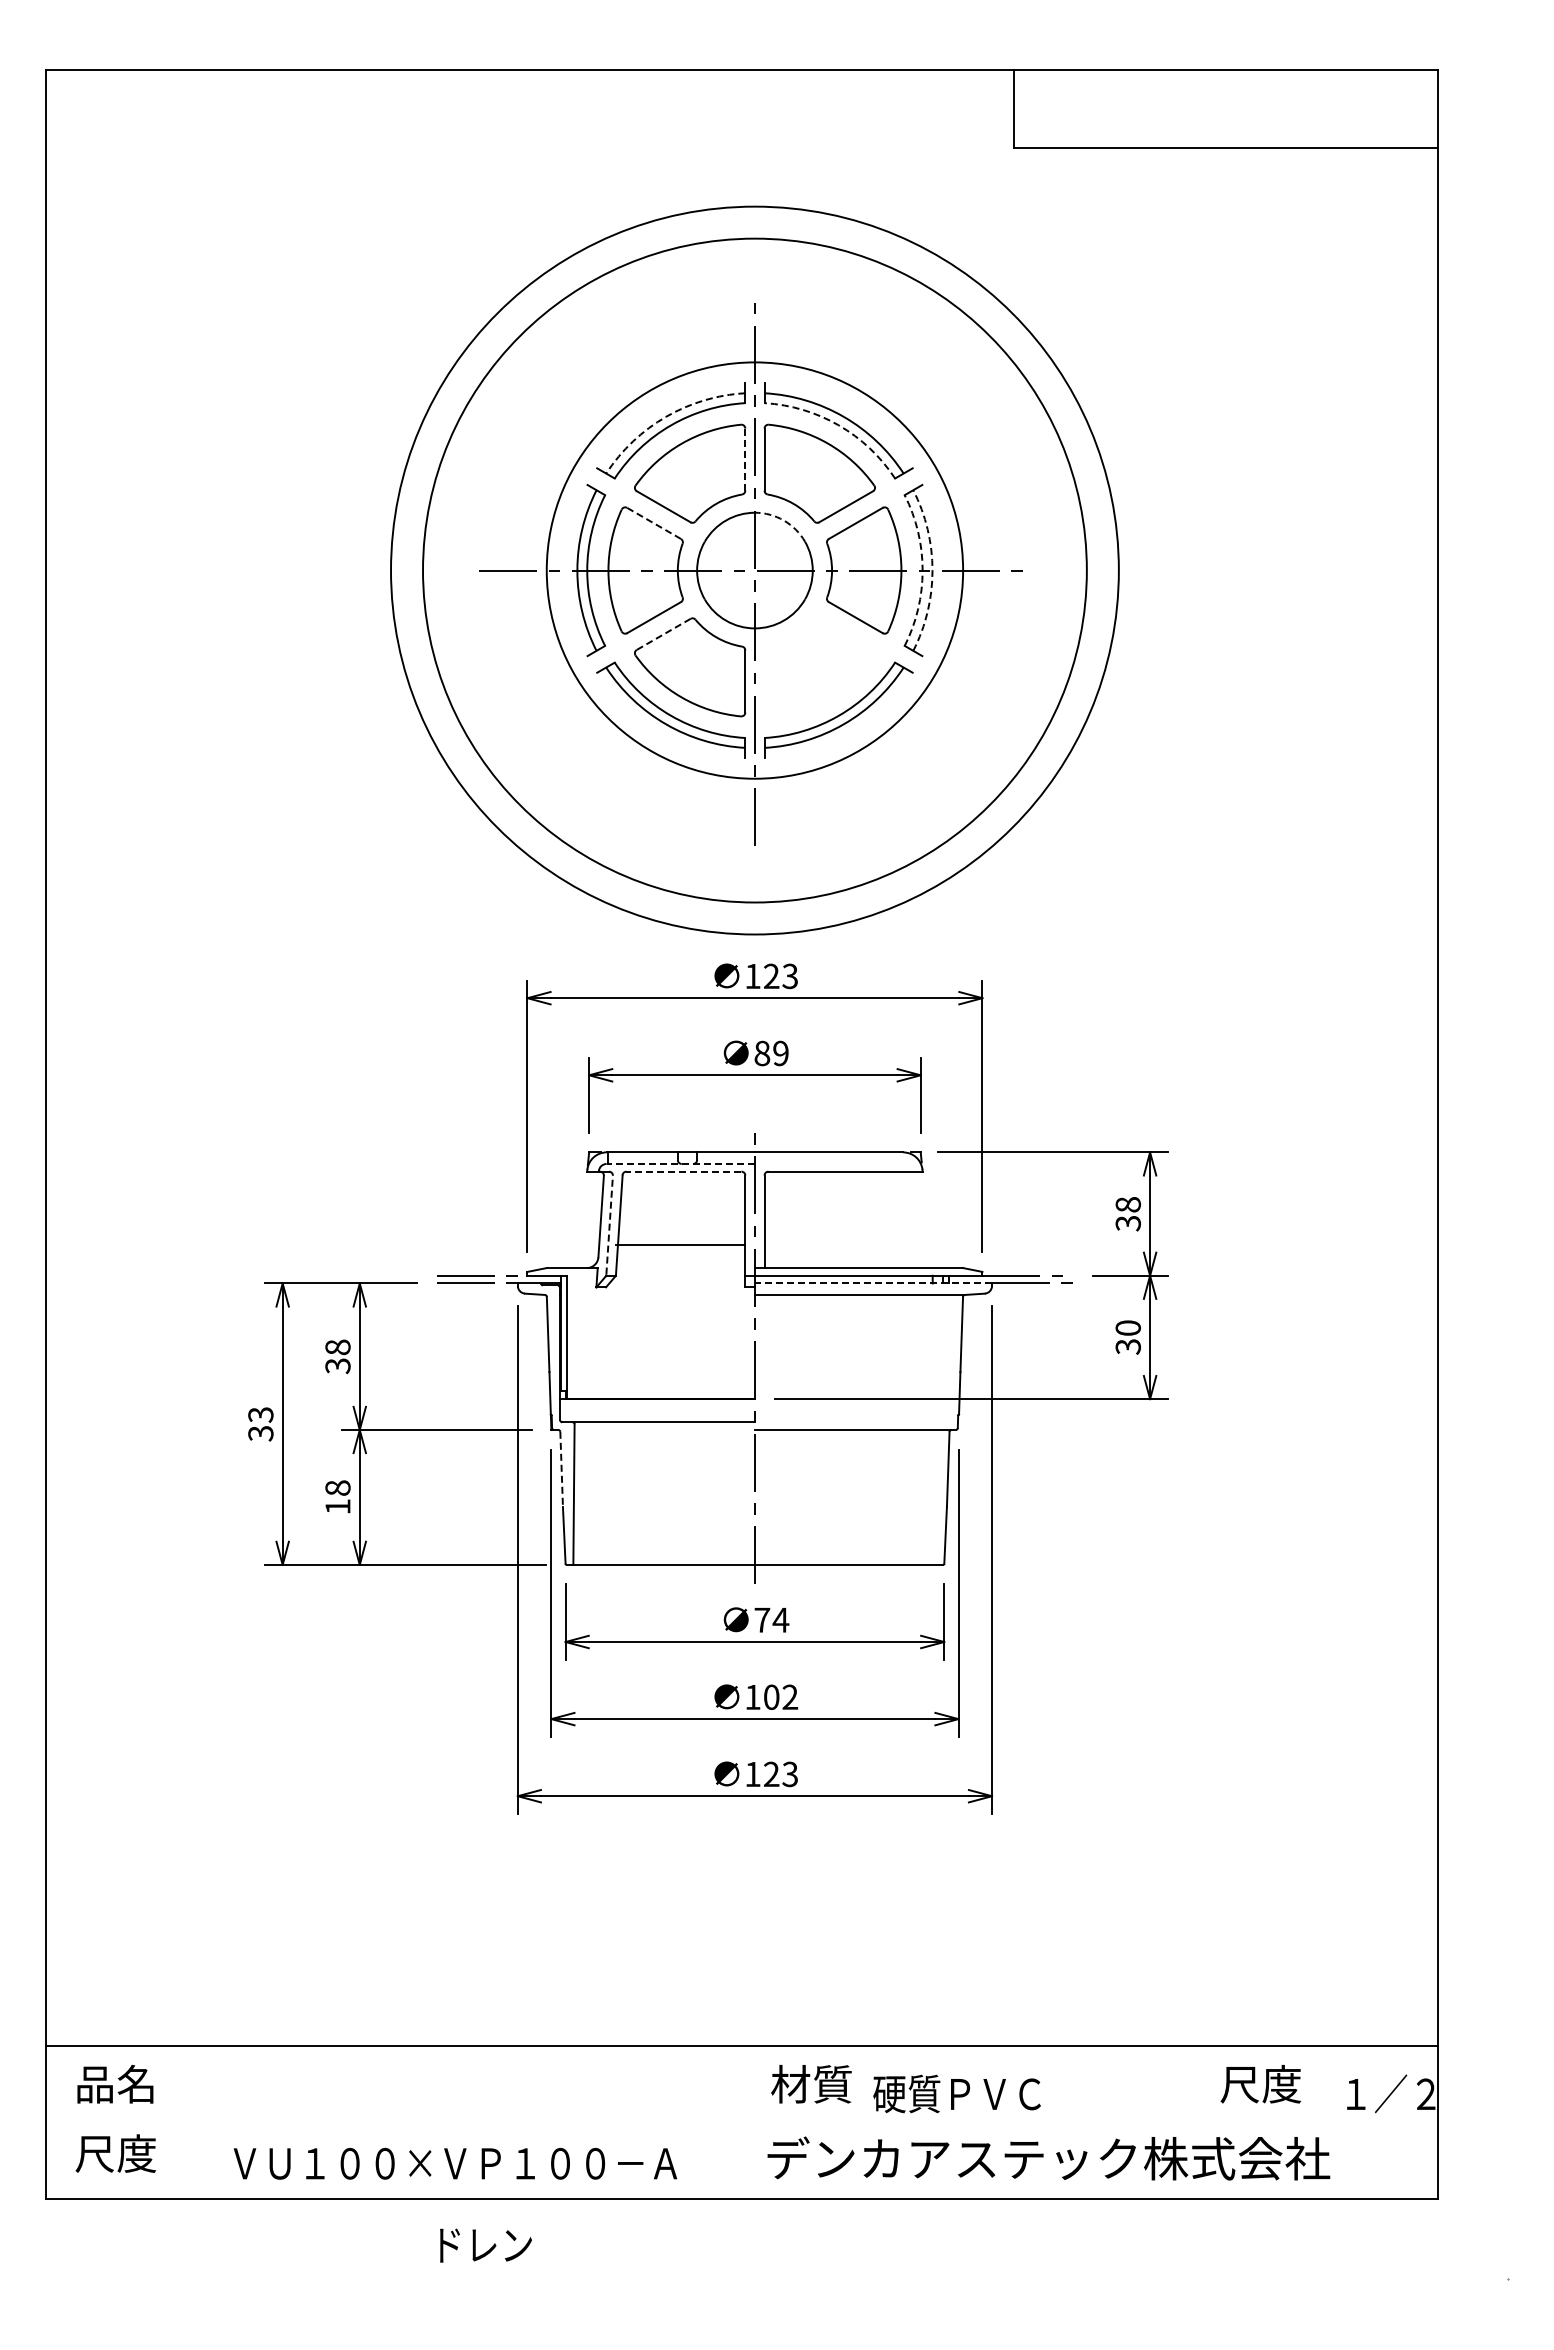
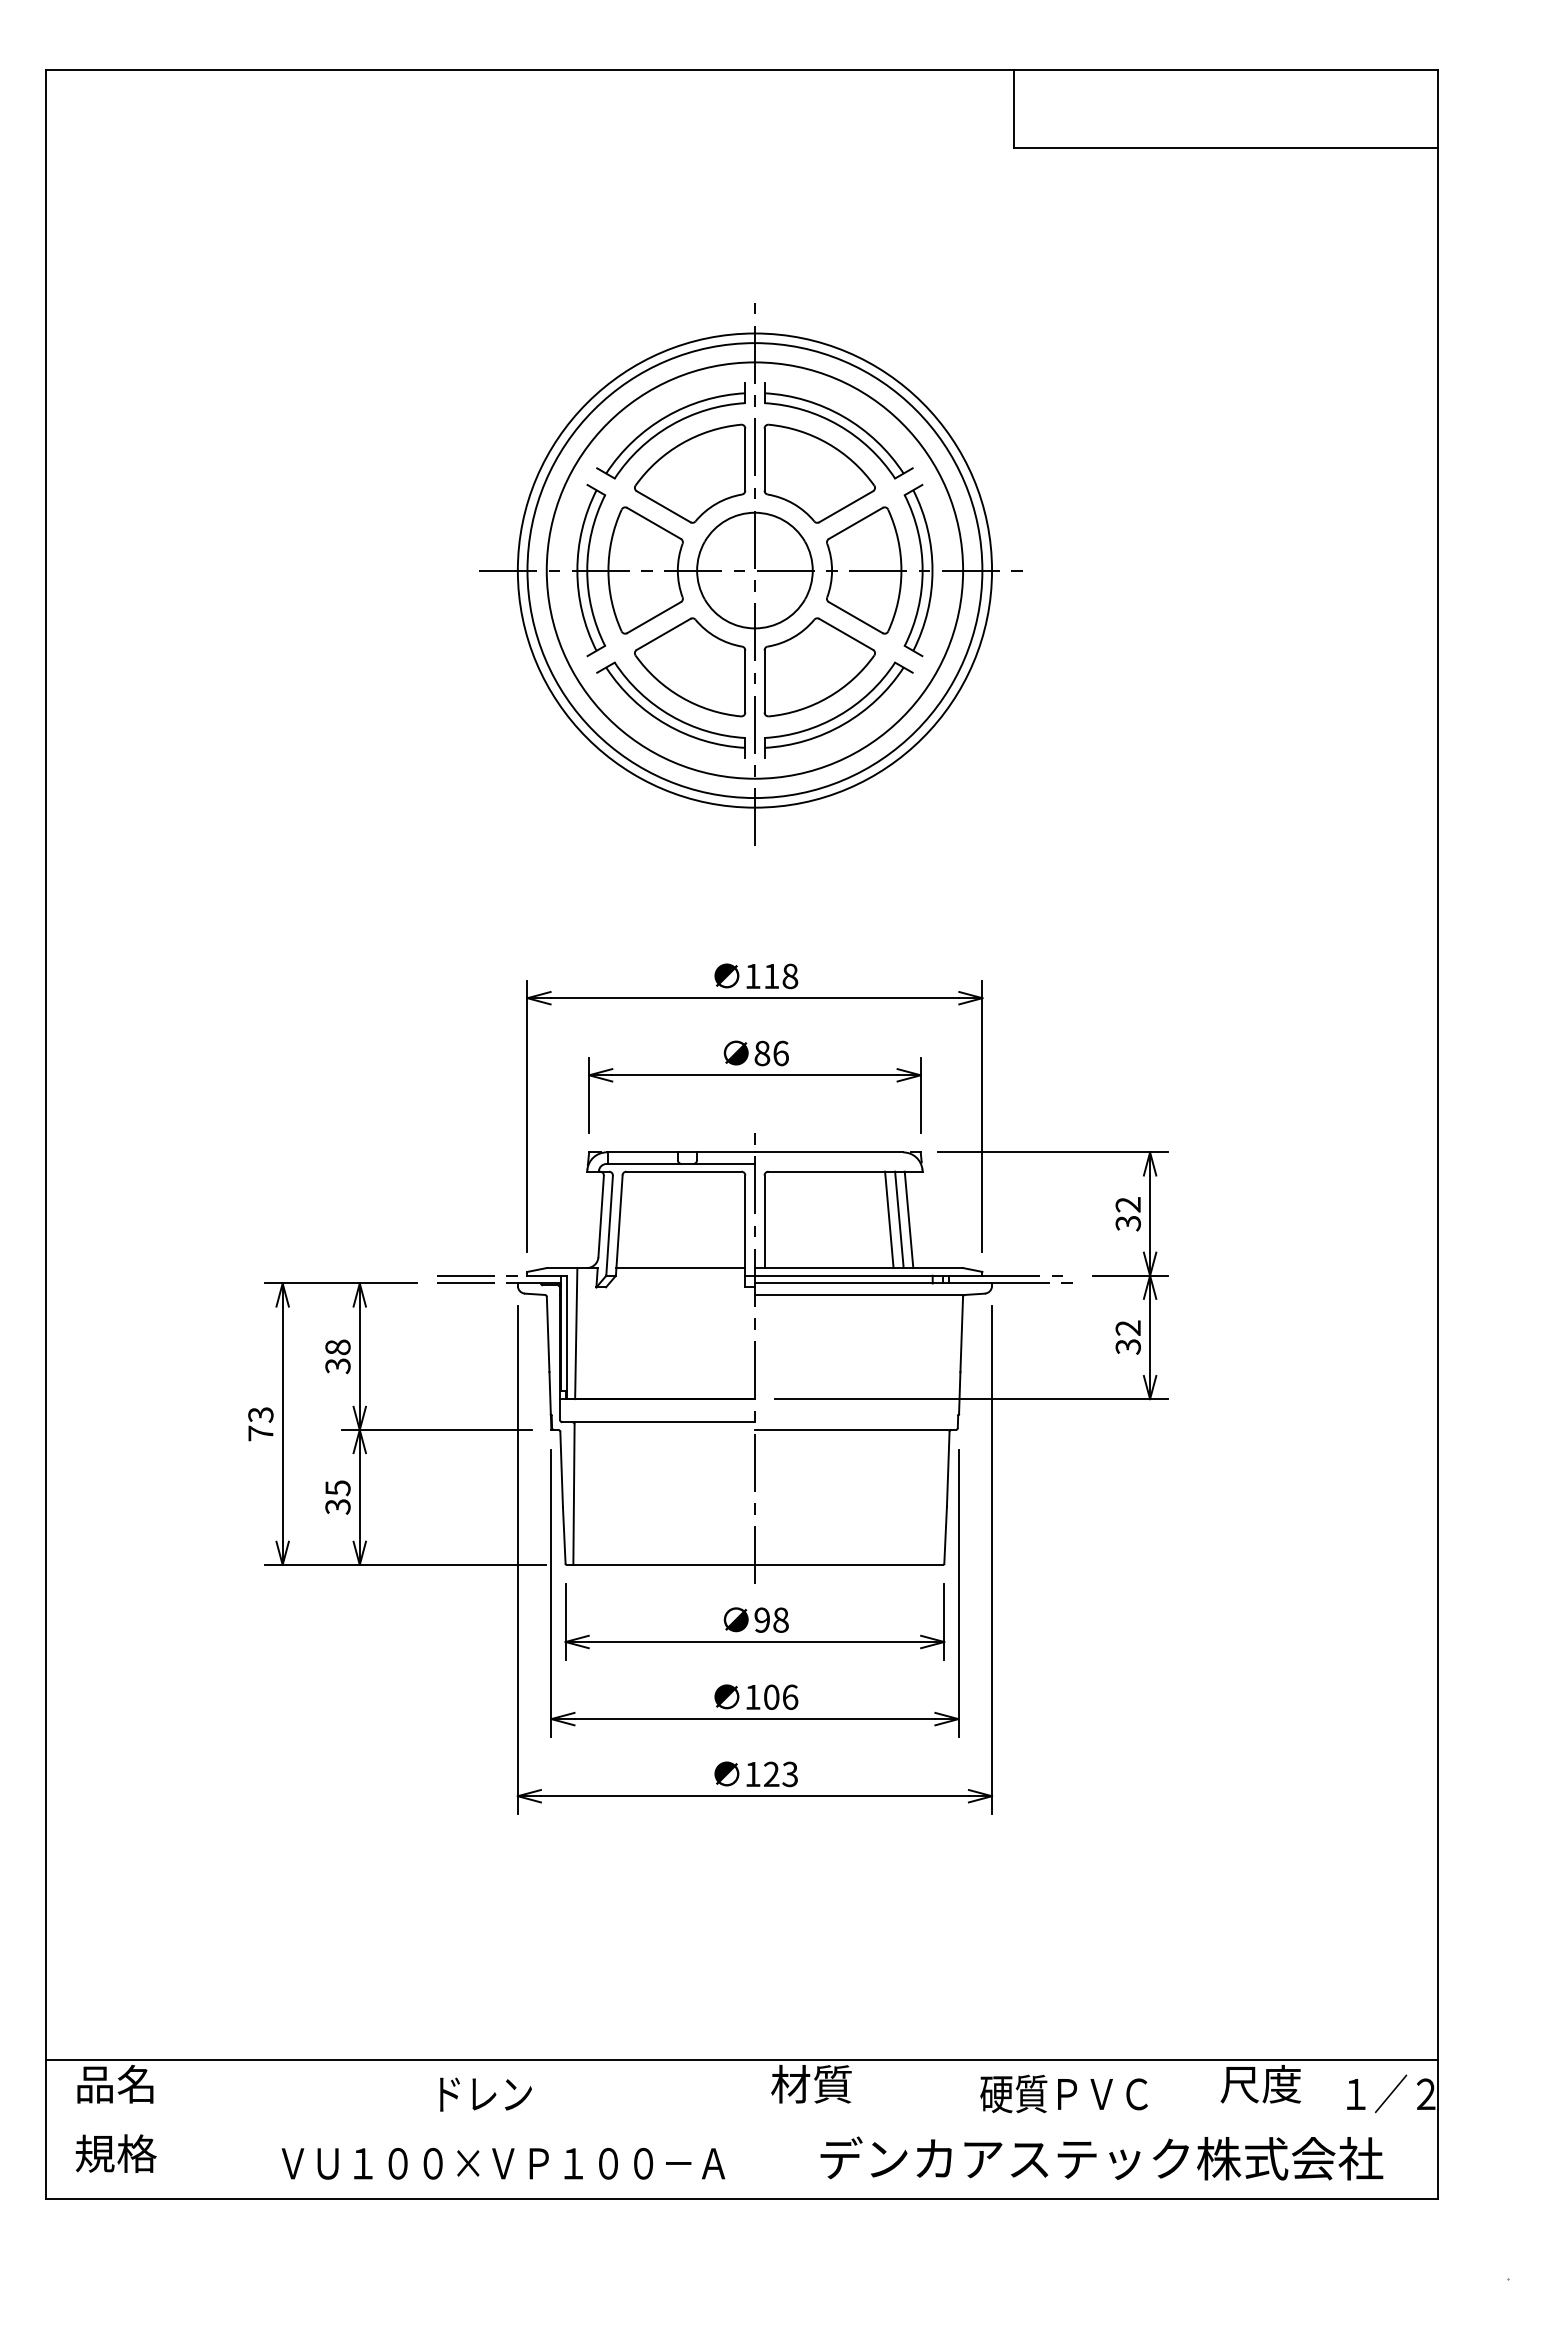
arc at (666, 416): dashed -> solid
arc at (838, 425): dashed -> solid
line at (745, 459): dashed -> solid
arc at (783, 520): dashed -> solid
line at (653, 523): dashed -> solid
circle at (754, 570) diameter: 664 px -> 474 px
circle at (754, 570) diameter: 728 px -> 455 px
arc at (922, 570): dashed -> solid
arc at (932, 570): dashed -> solid
line at (663, 634): dashed -> solid
part at (819, 667): none -> present
text at (781, 975): 123 -> 118
text at (780, 1053): 89 -> 86
line at (680, 1163): dashed -> solid
line at (683, 1171): dashed -> solid
text at (1127, 1204): 38 -> 32
line at (889, 1219): none -> present
line at (899, 1219): none -> present
line at (908, 1219): none -> present
line at (609, 1224): dashed -> solid
line at (680, 1245) position: (680, 1245) -> (680, 1268)
line at (873, 1283): dashed -> solid
text at (1127, 1327): 30 -> 32
line at (576, 1333): none -> present
text at (260, 1433): 33 -> 73
line at (561, 1469): dashed -> solid
text at (337, 1497): 18 -> 35
text at (771, 1619): 74 -> 98
text at (790, 1696): 102 -> 106
line at (742, 2045) position: (742, 2045) -> (742, 2059)
text at (956, 2093) position: (956, 2093) -> (1063, 2093)
text at (115, 2153): 尺度 -> 規格
text at (1048, 2158) position: (1048, 2158) -> (1101, 2158)
text at (455, 2163) position: (455, 2163) -> (503, 2163)
text at (485, 2245) position: (485, 2245) -> (485, 2094)
